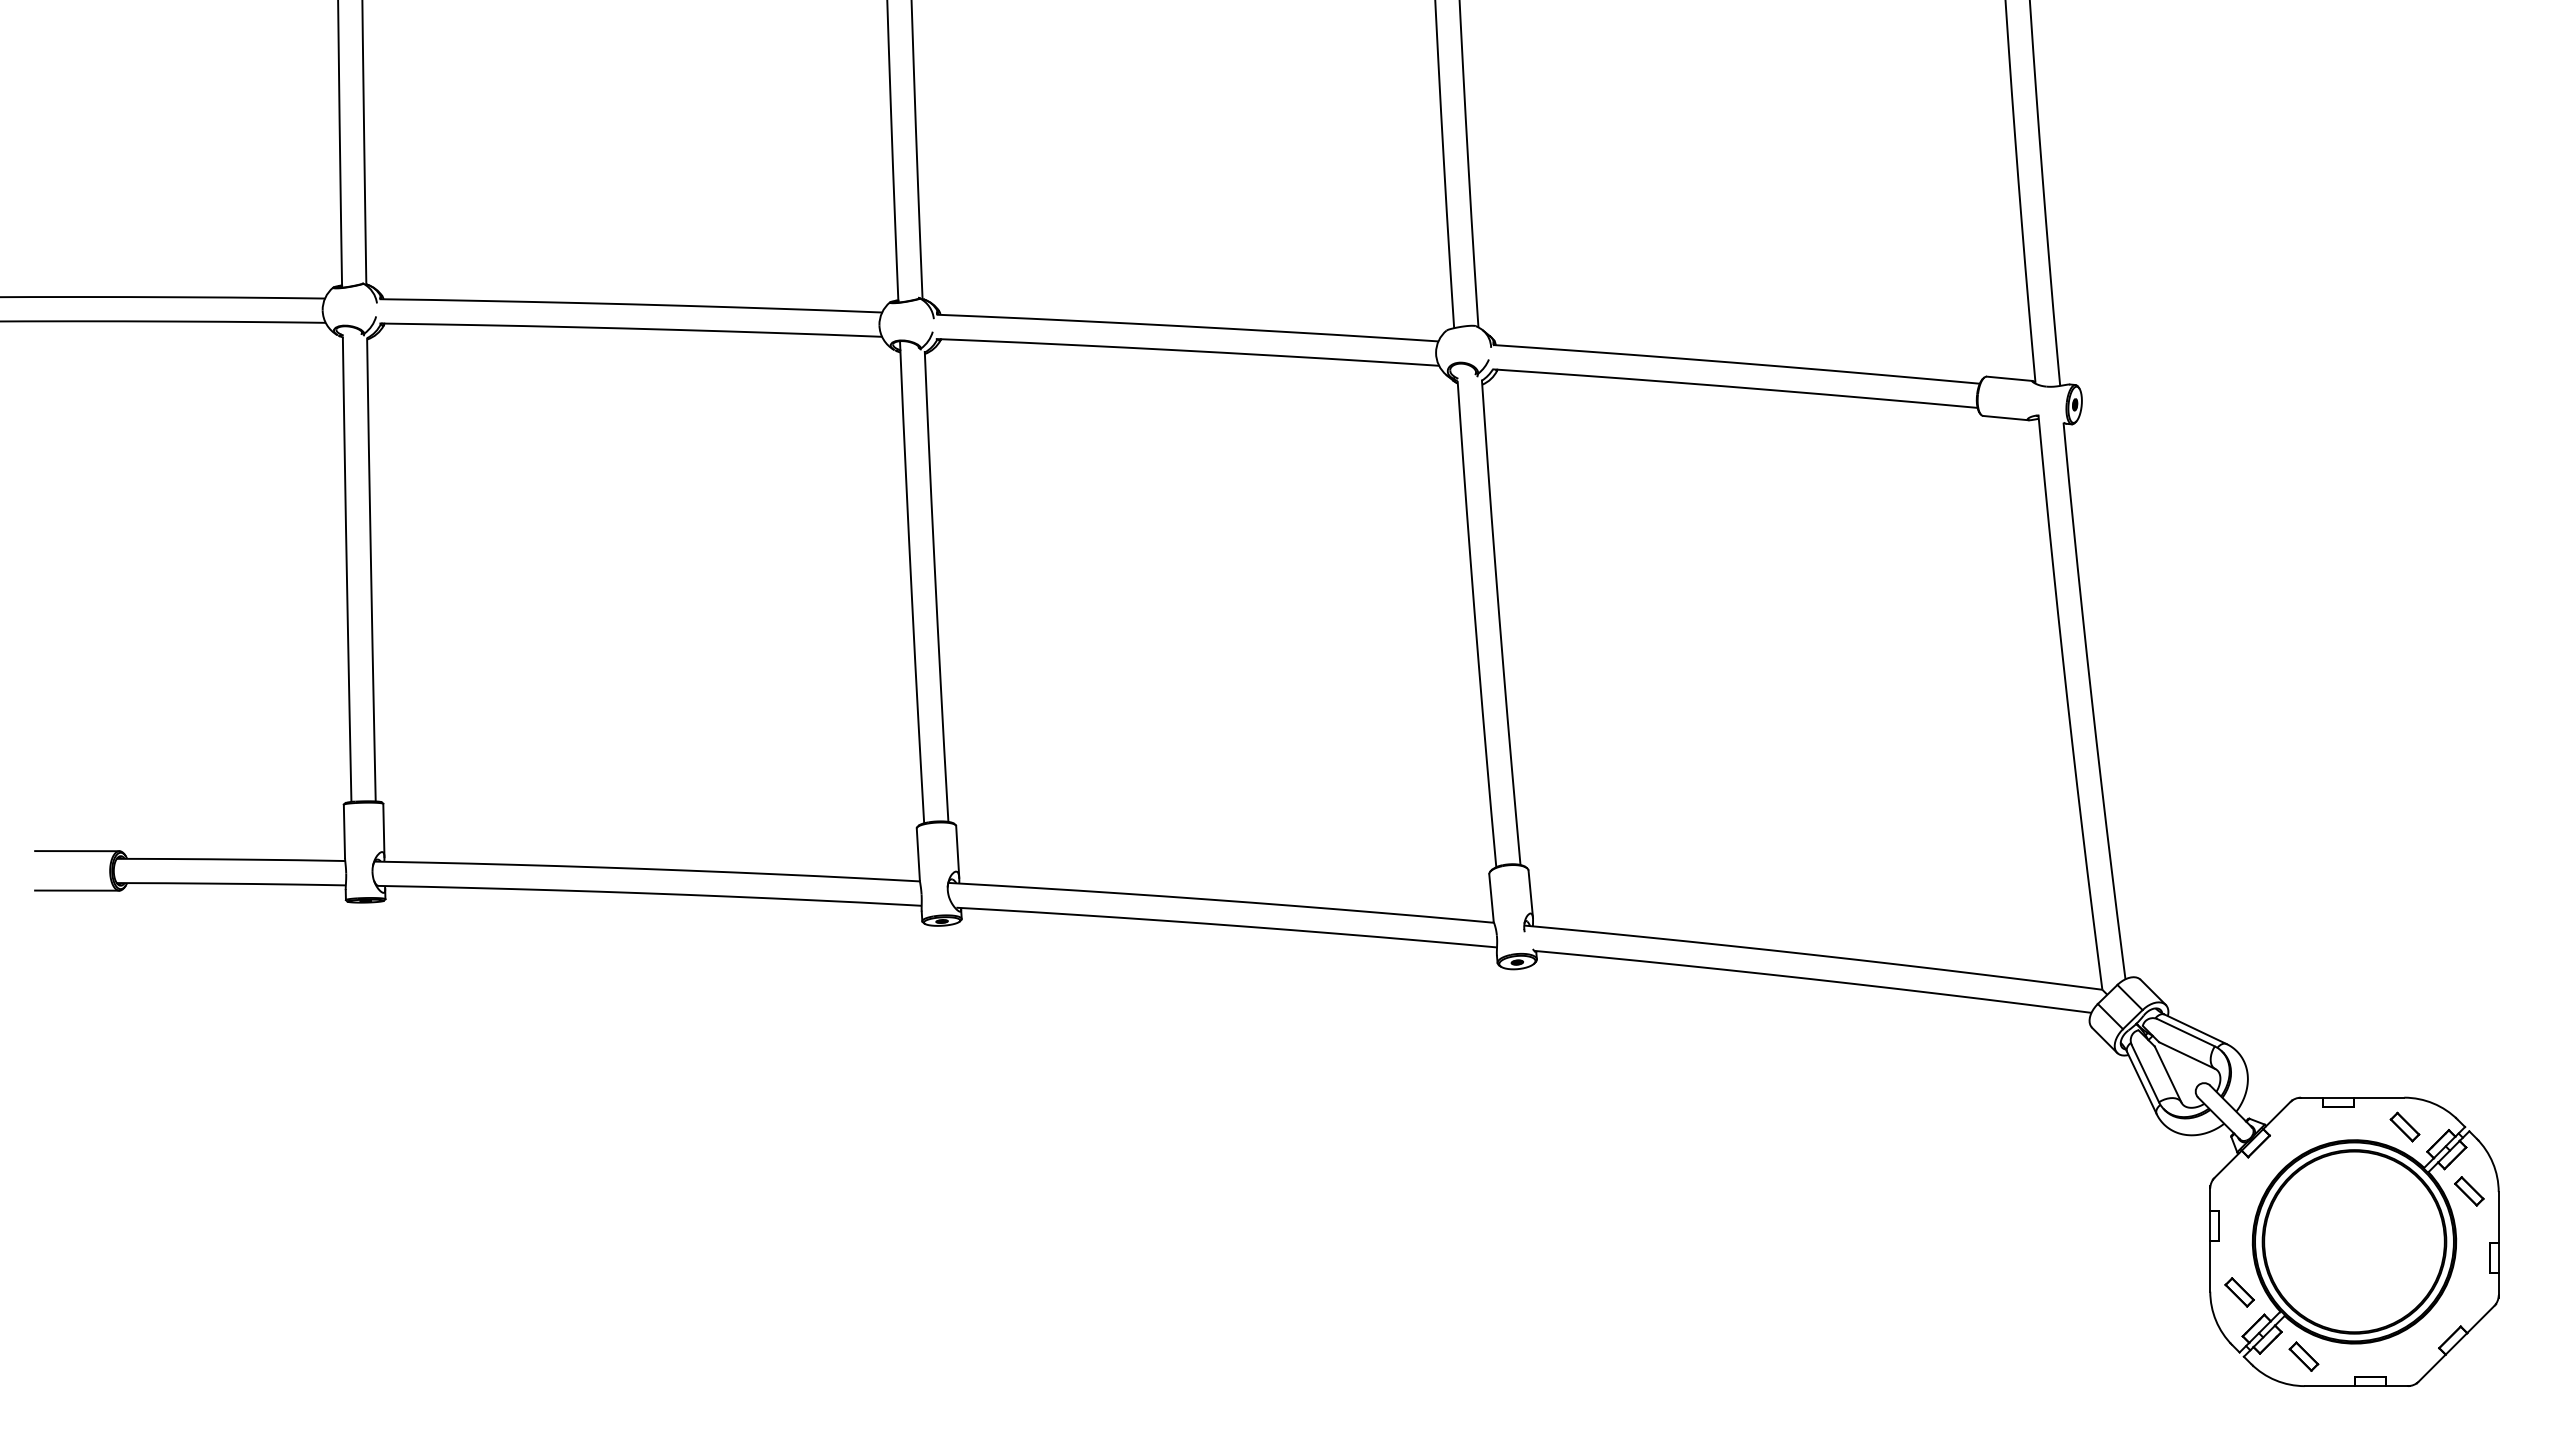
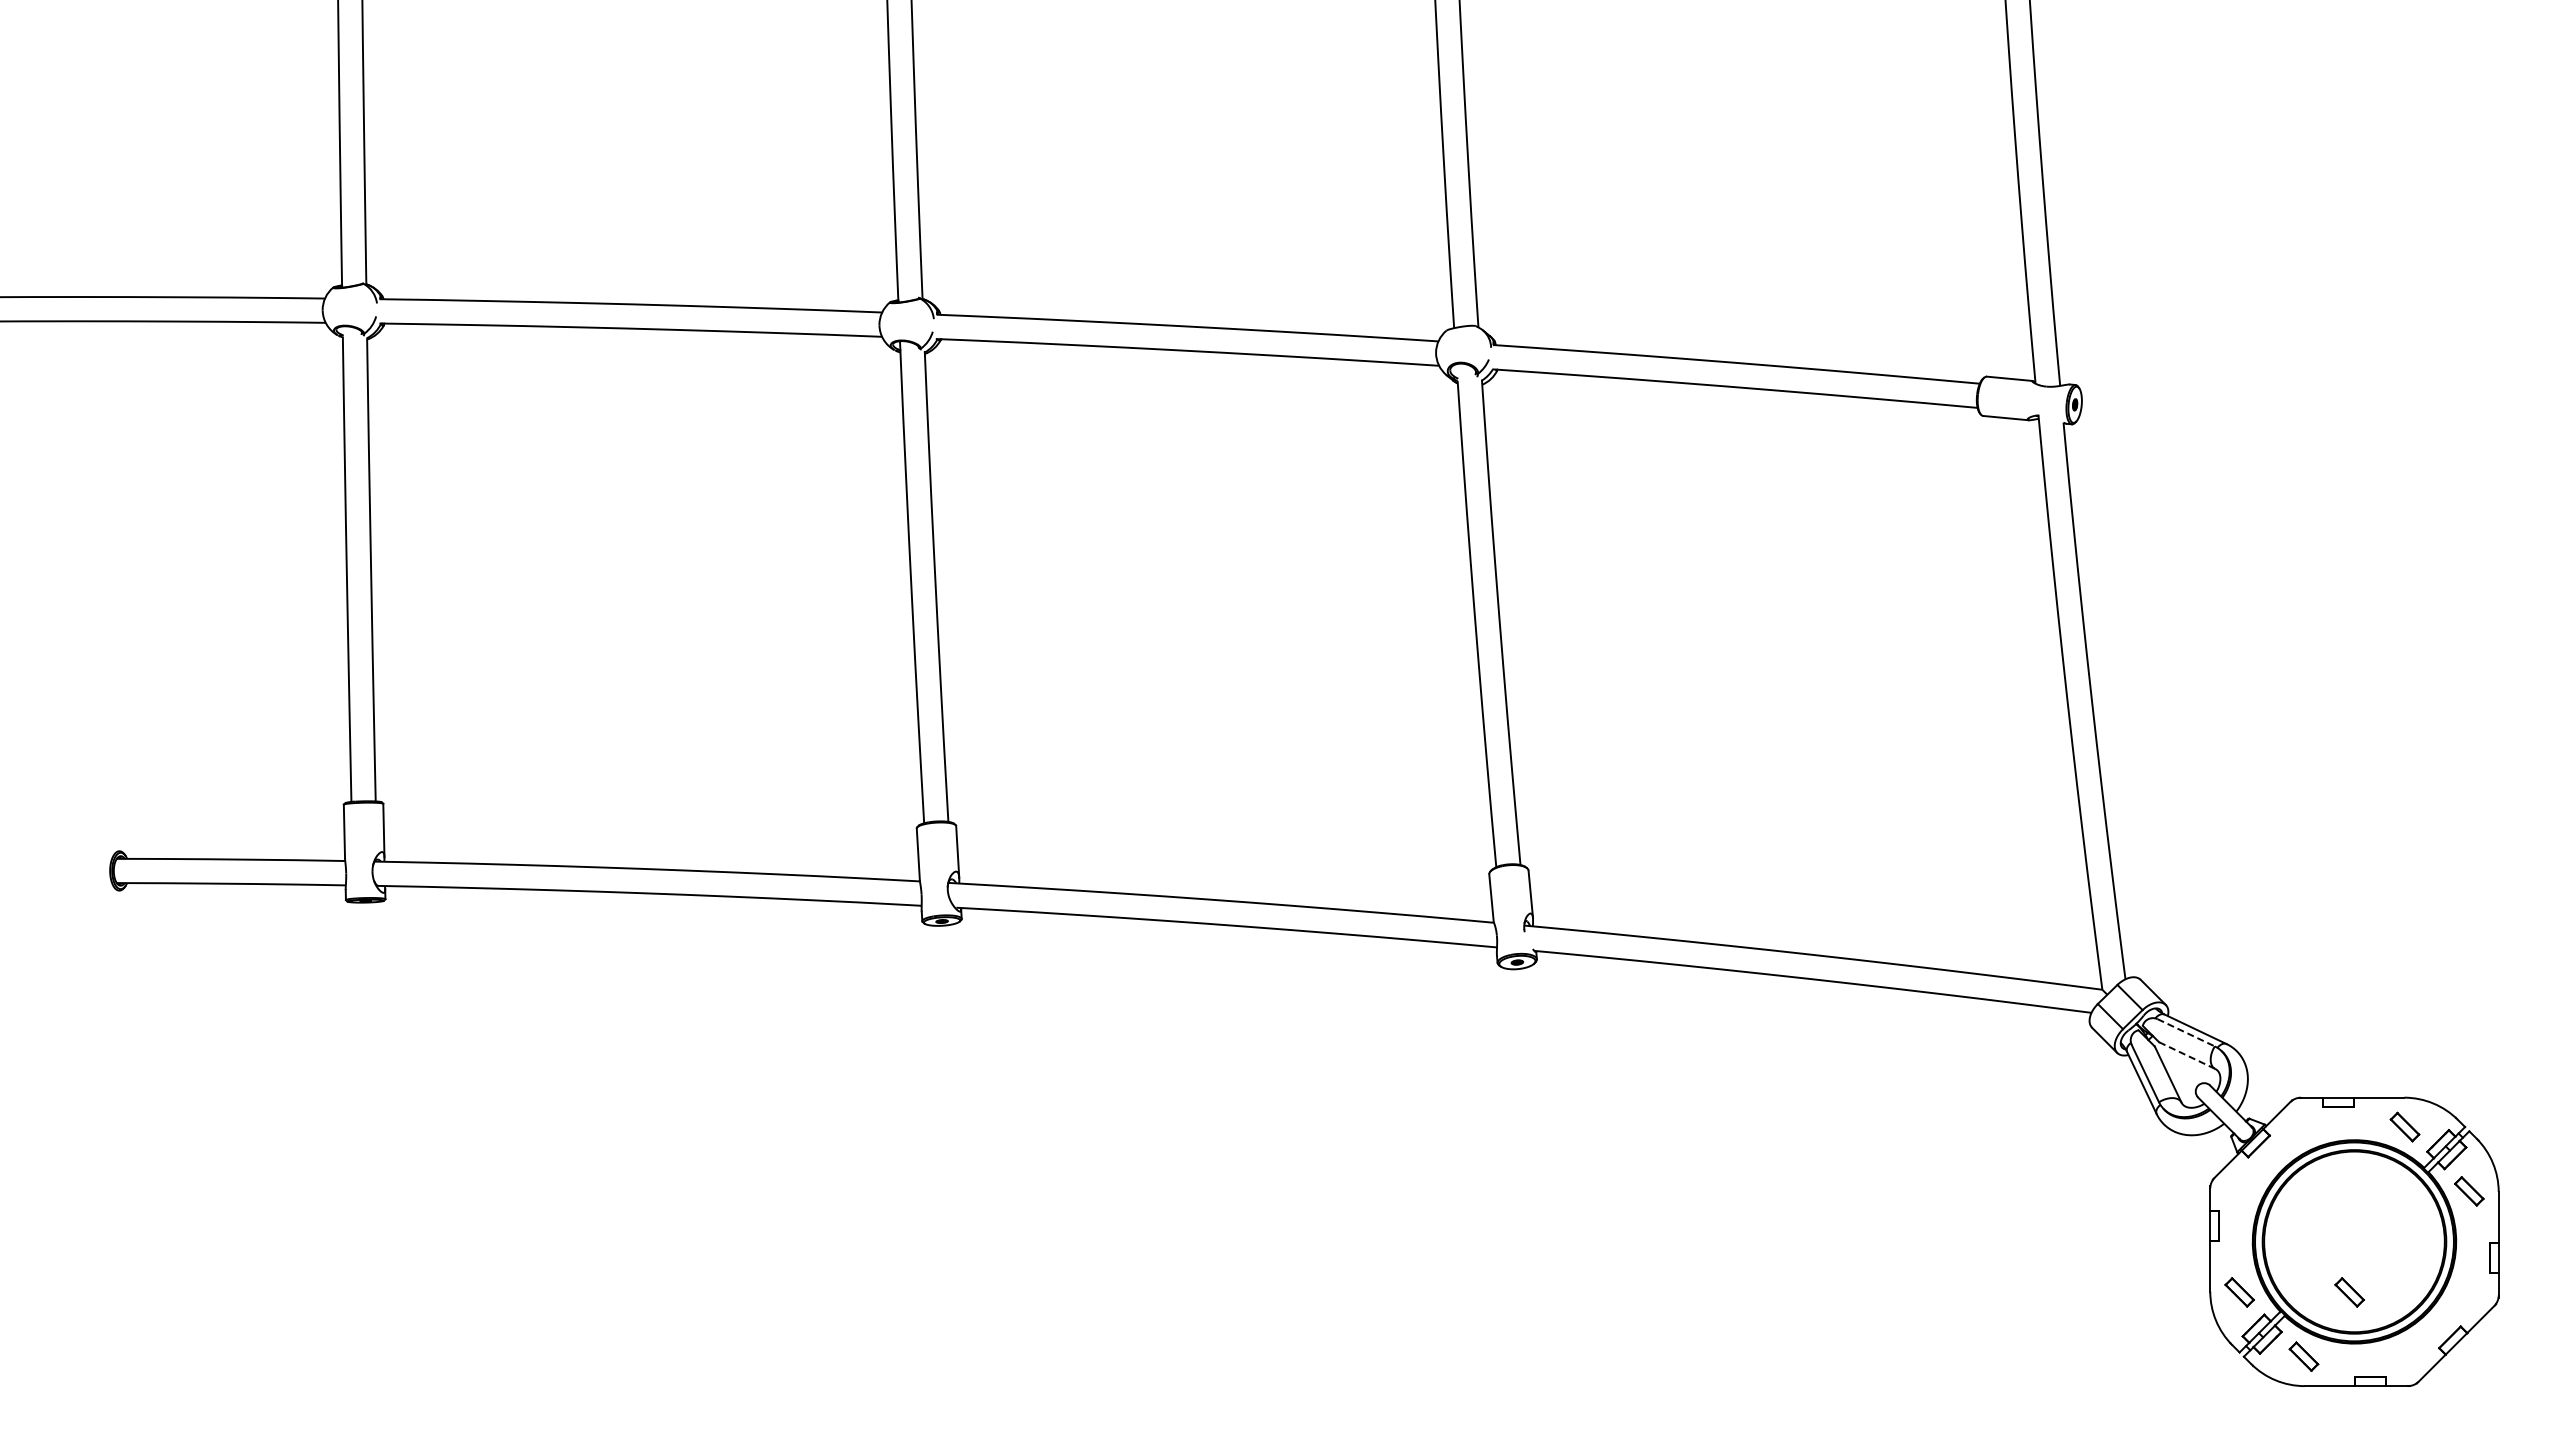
line at (77, 851): present -> none
line at (77, 890): present -> none
line at (2186, 1032): solid -> dashed
line at (2187, 1055): solid -> dashed
part at (2349, 1292): none -> present
